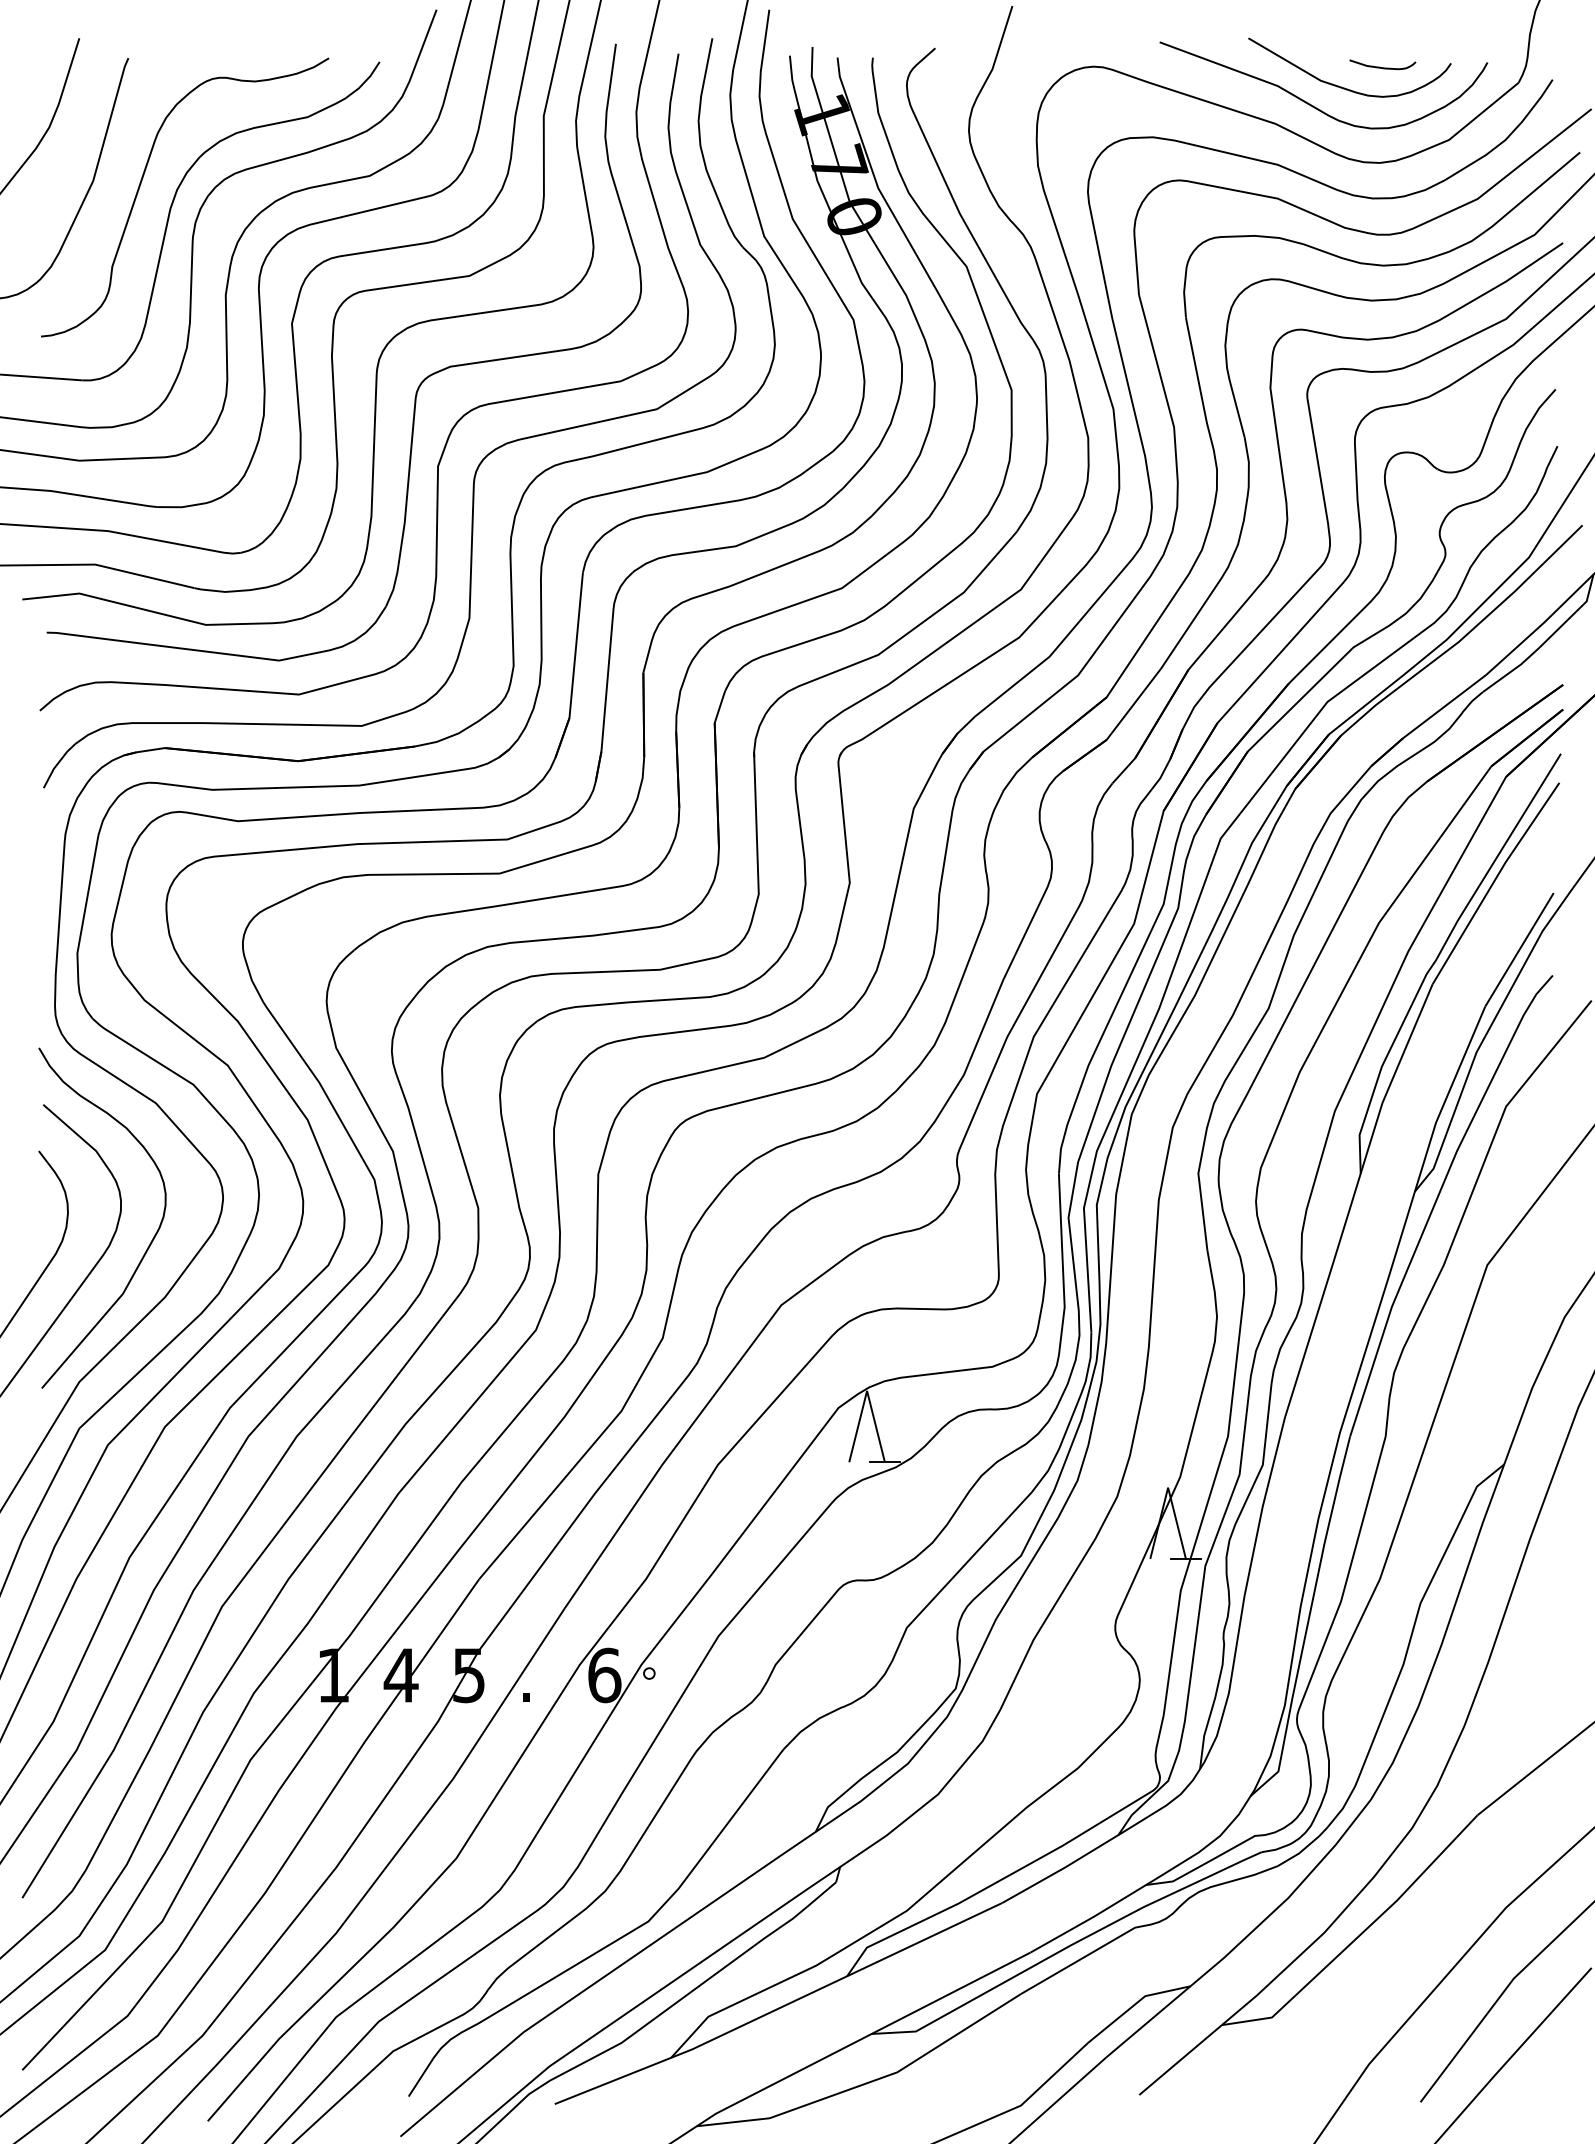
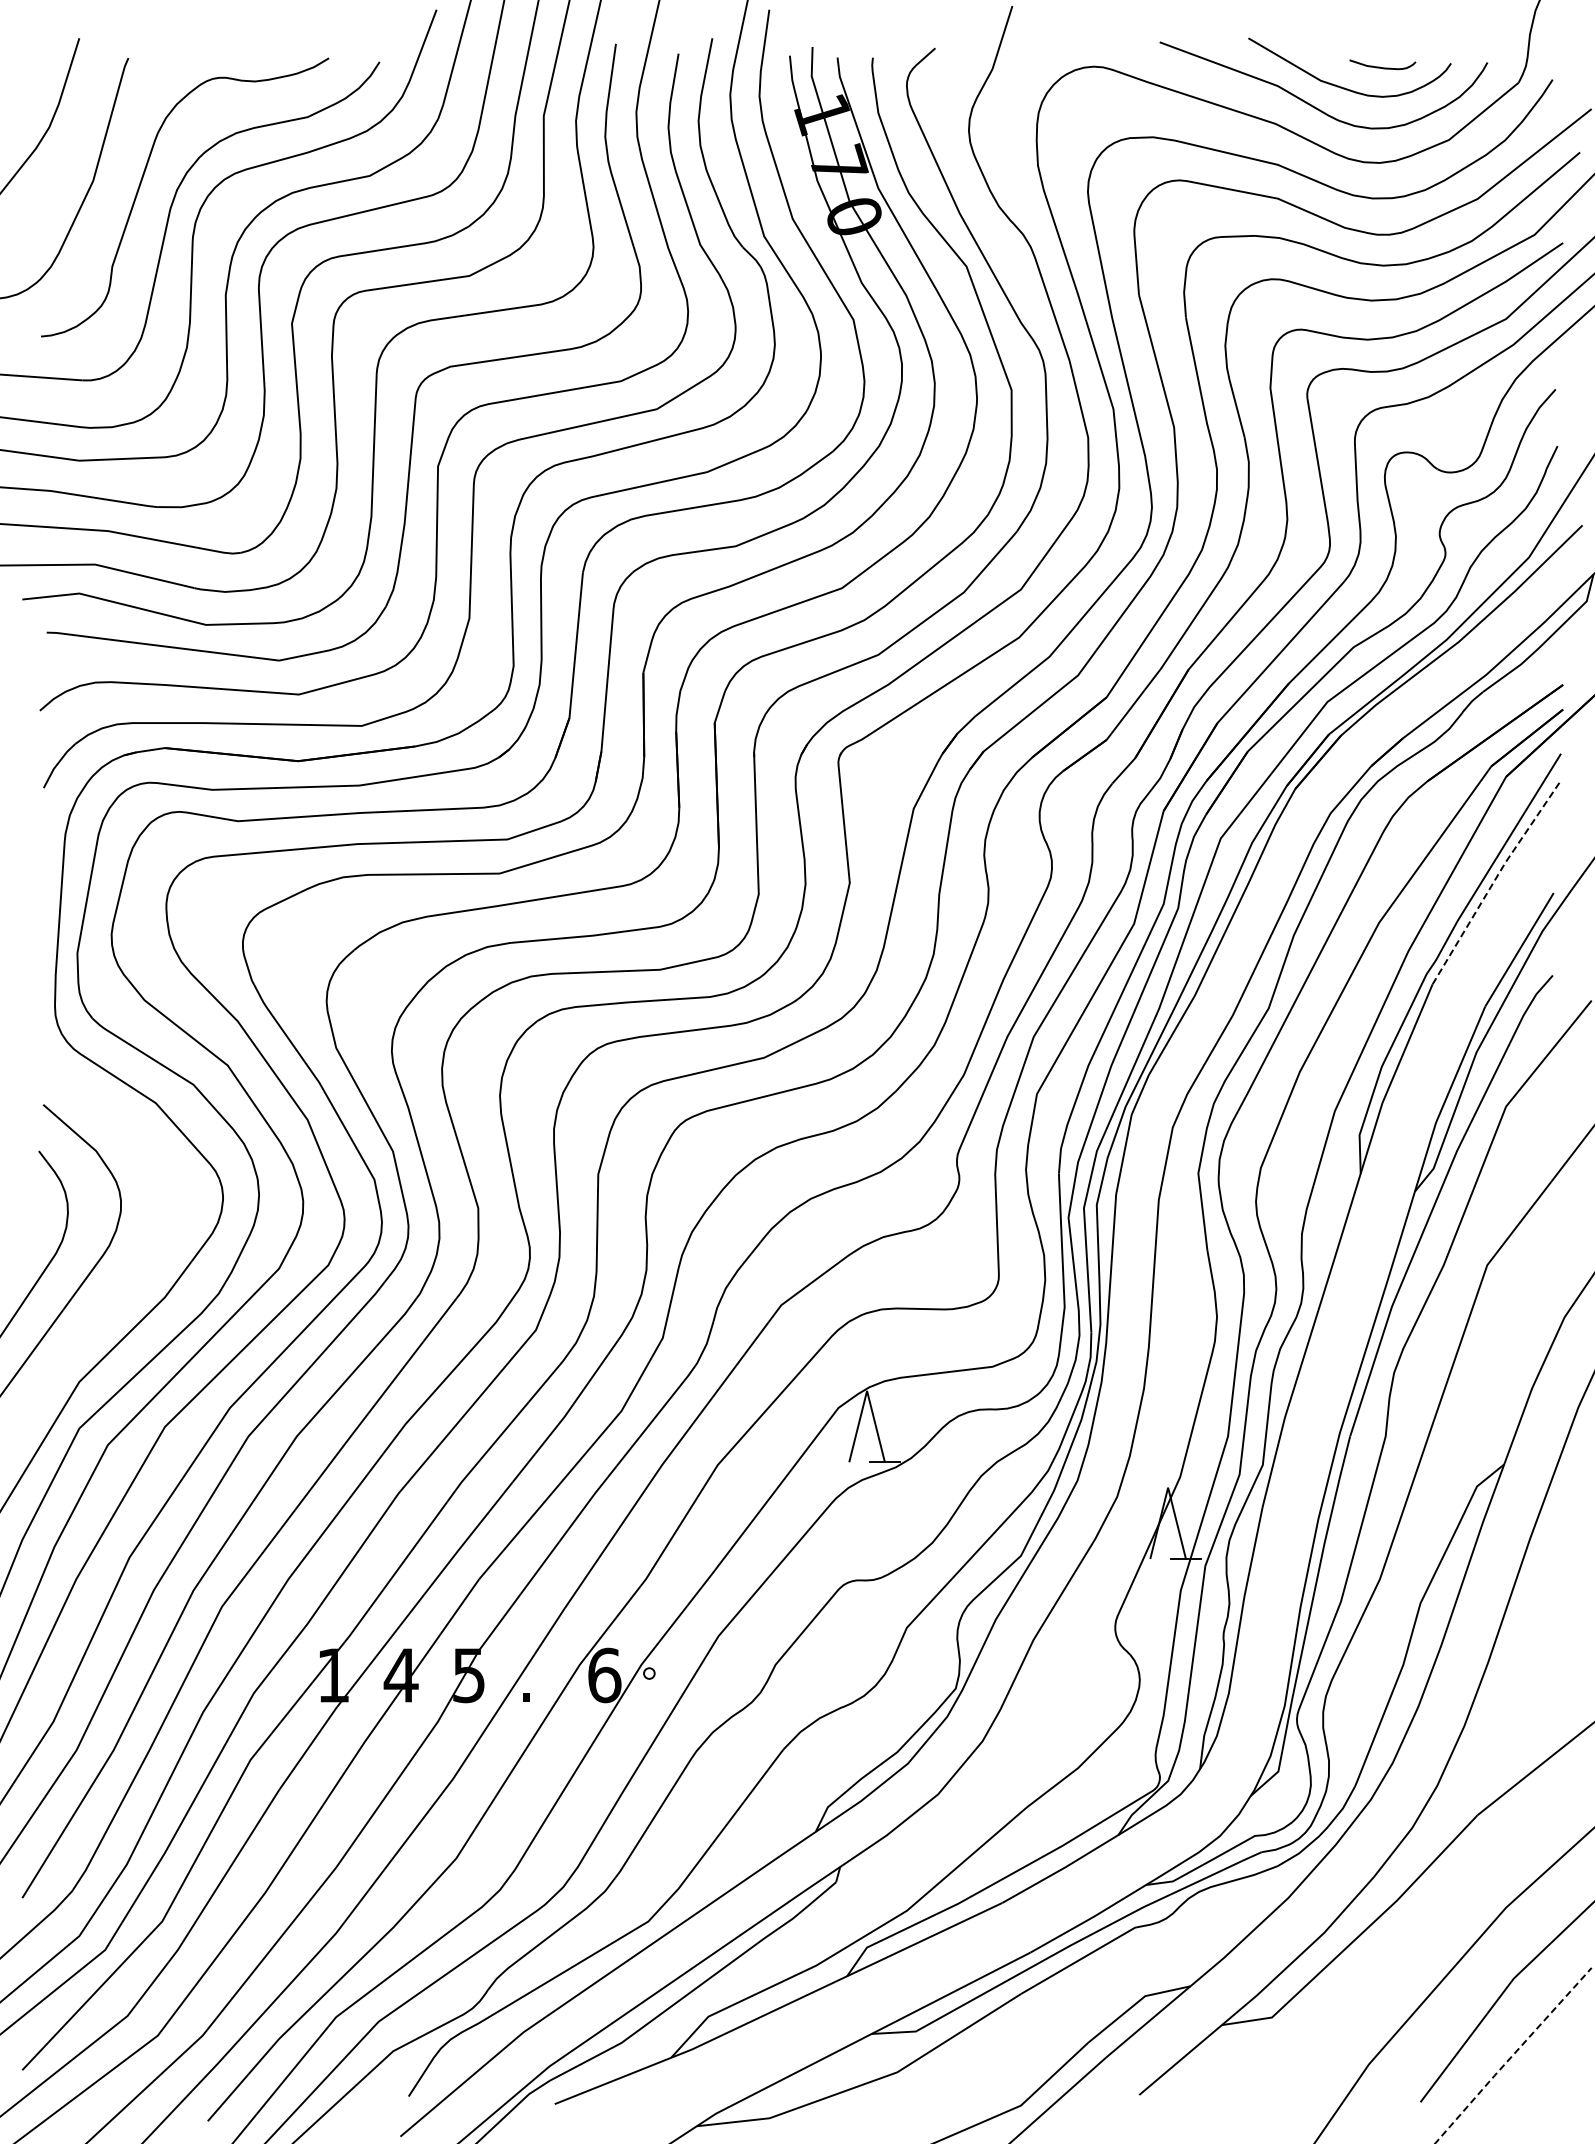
line at (1493, 881): solid -> dashed
curve at (149, 1243): present -> none
line at (1512, 2055): solid -> dashed
